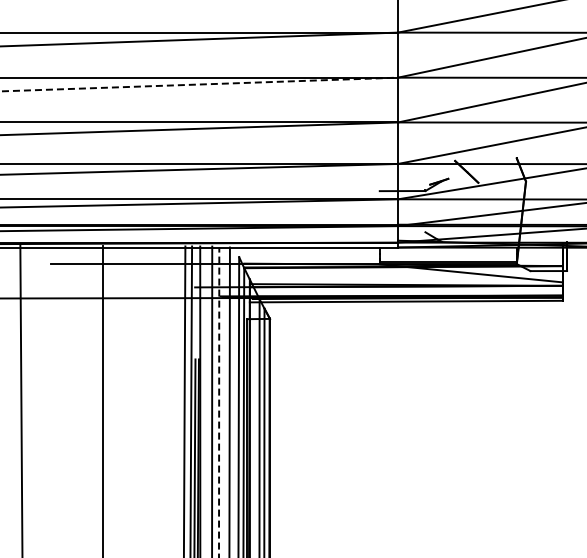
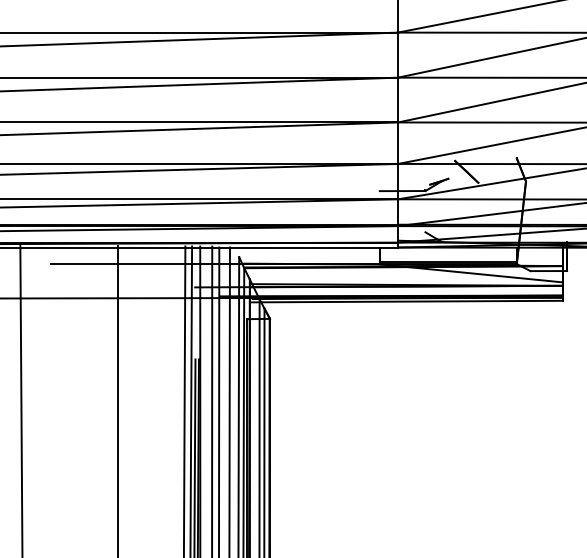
line at (199, 84): dashed -> solid
line at (102, 400) position: (102, 400) -> (117, 400)
line at (219, 402): dashed -> solid
